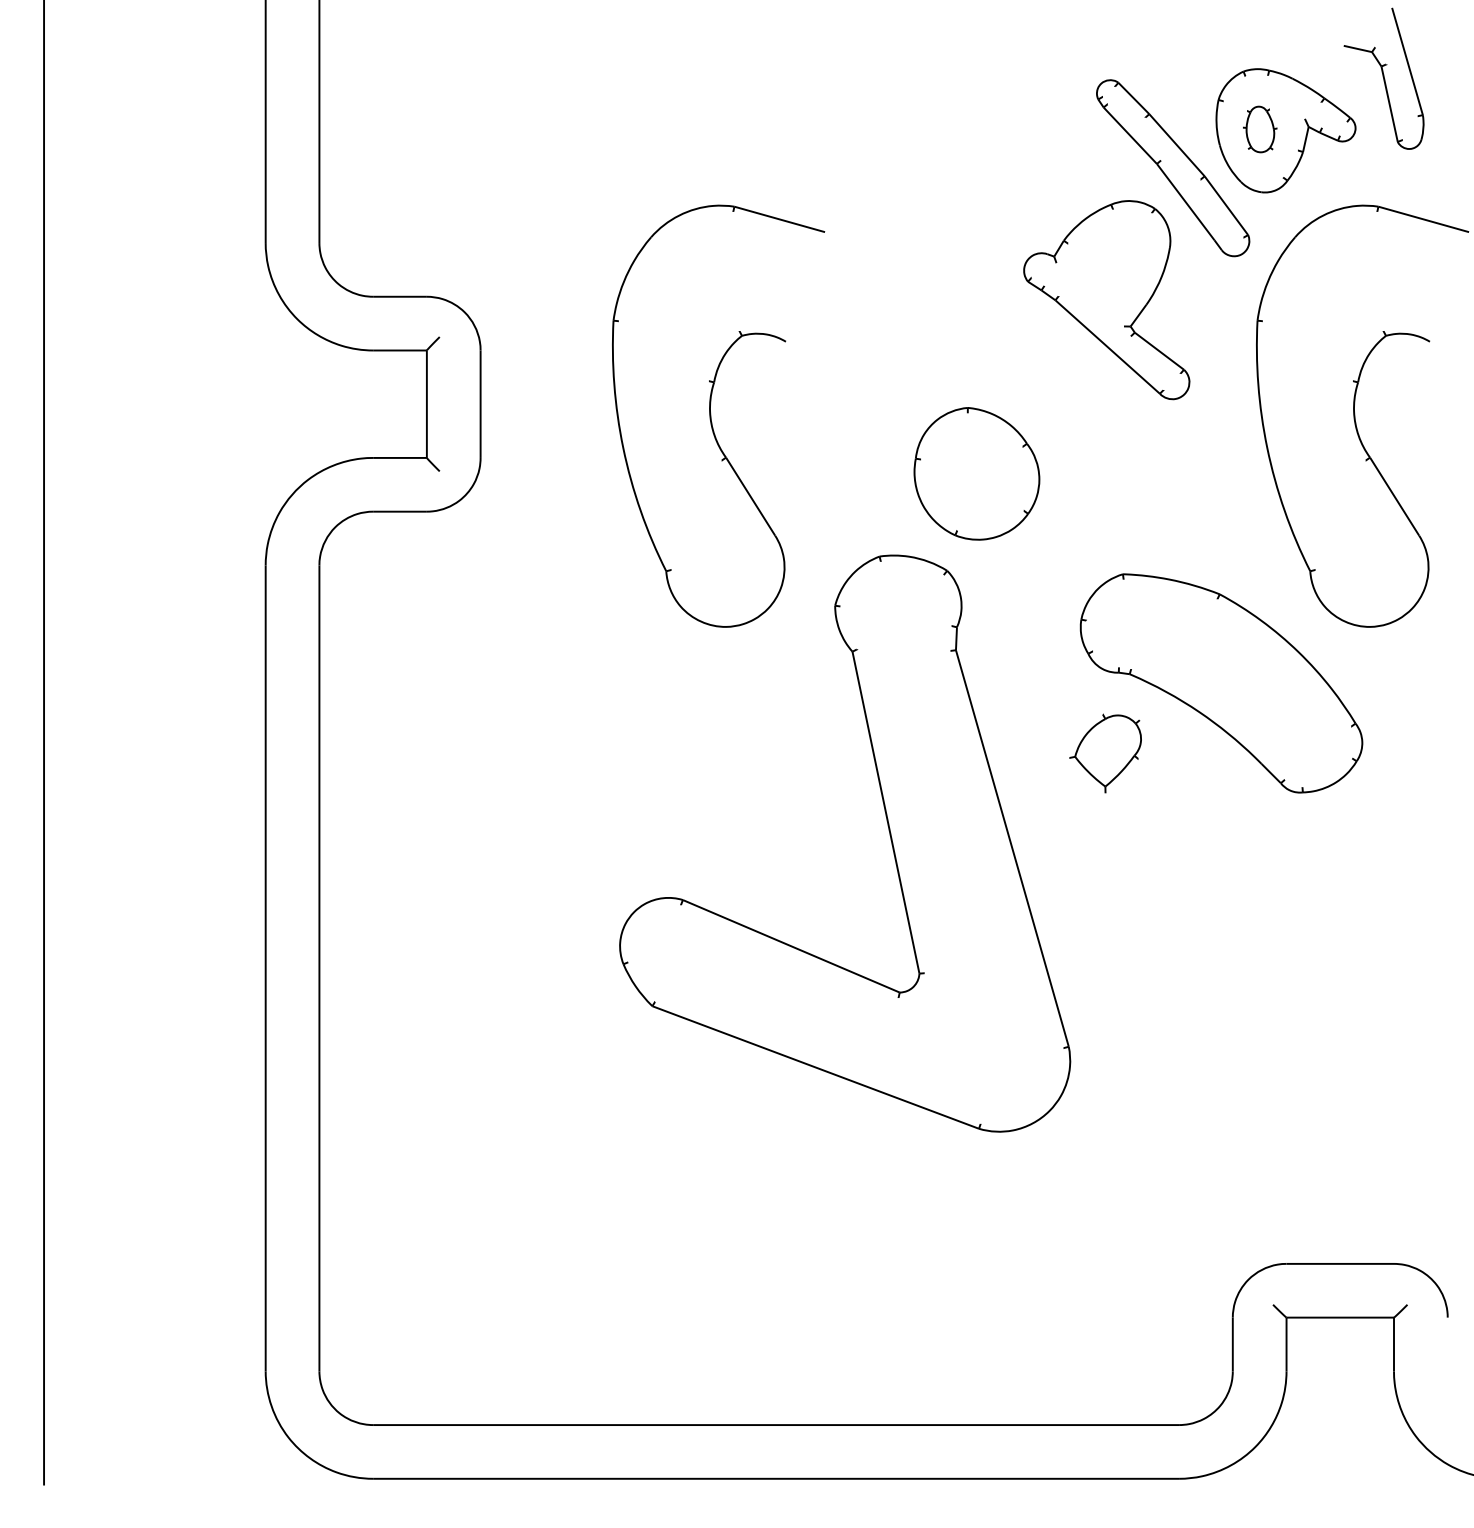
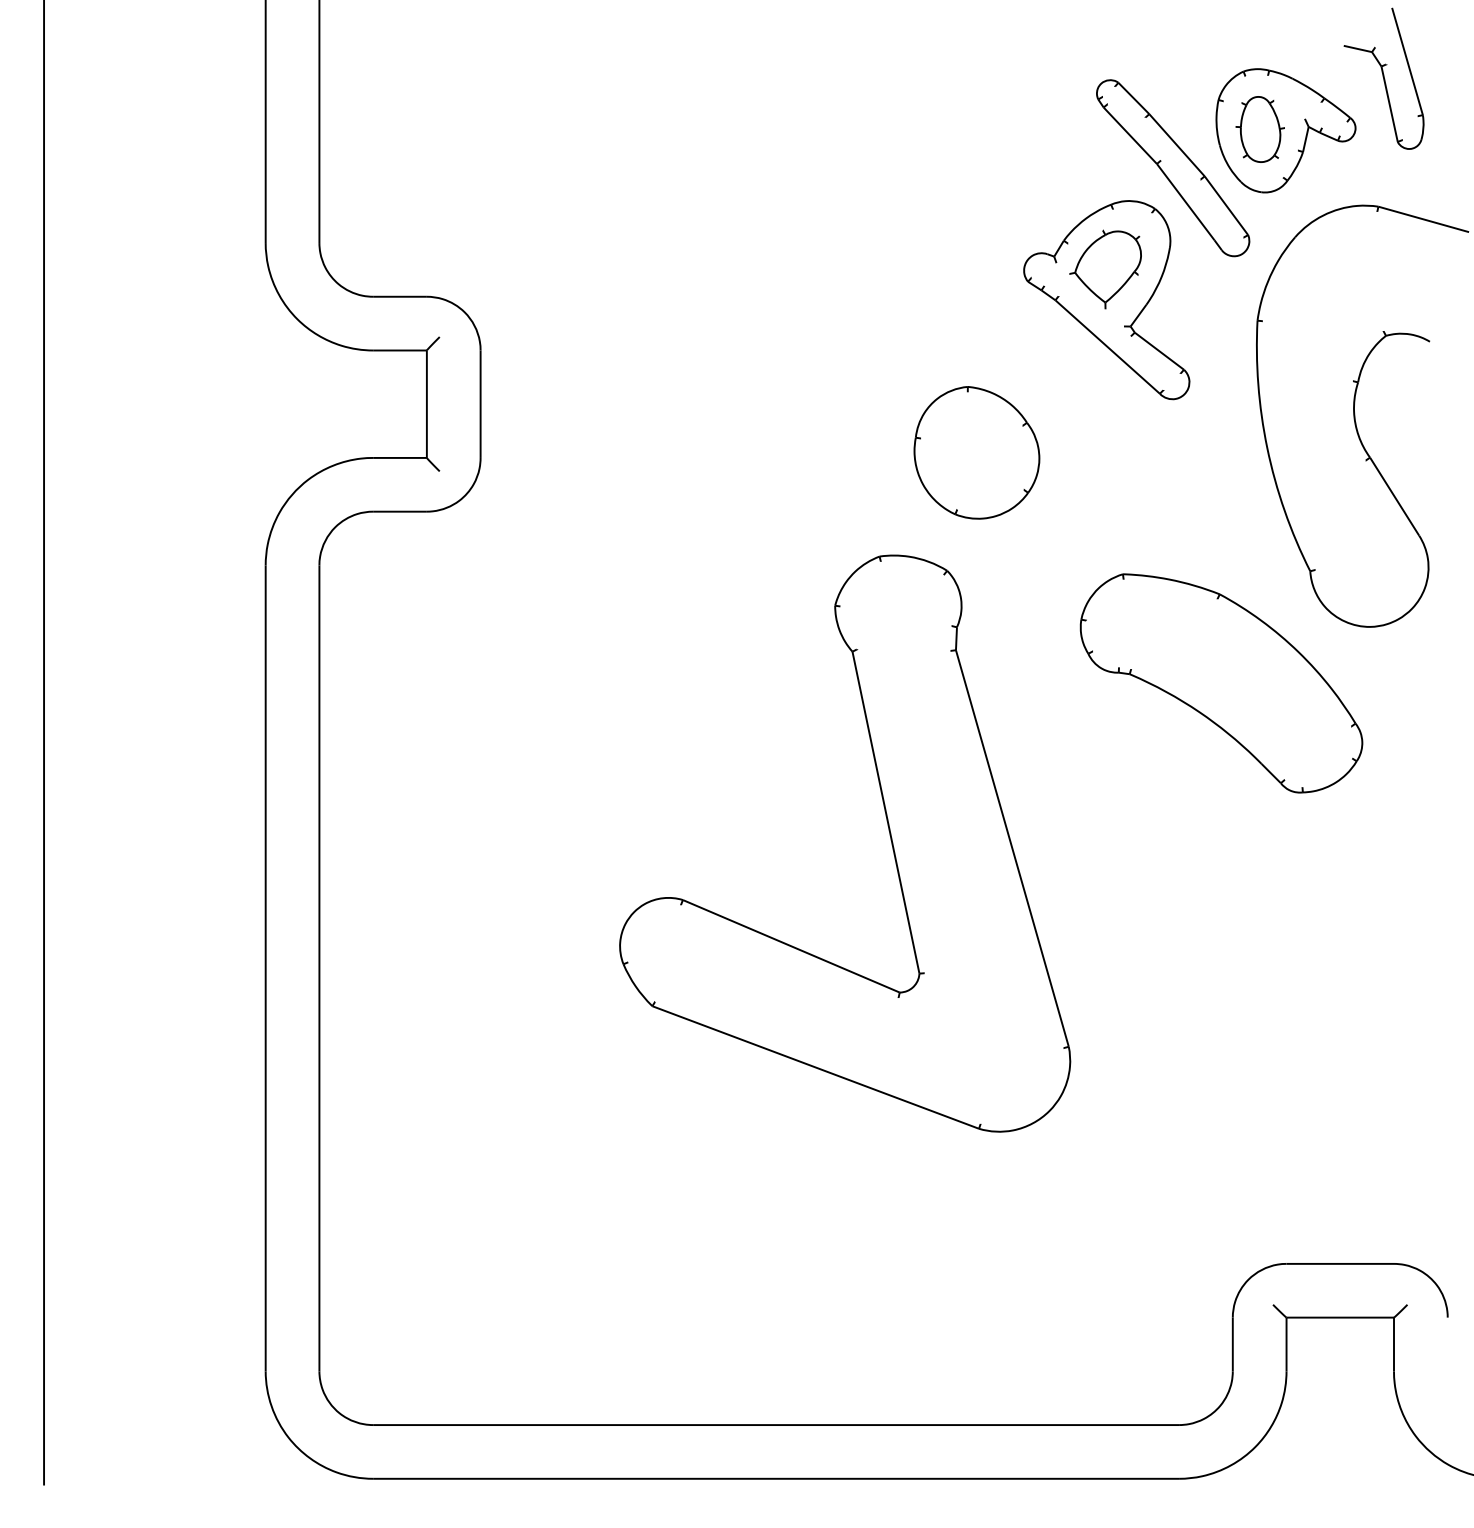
part at (1260, 129) size: 35x49 px -> 50x67 px
part at (711, 415): present -> none
part at (976, 473) position: (976, 473) -> (976, 452)
part at (1105, 753) position: (1105, 753) -> (1105, 269)
